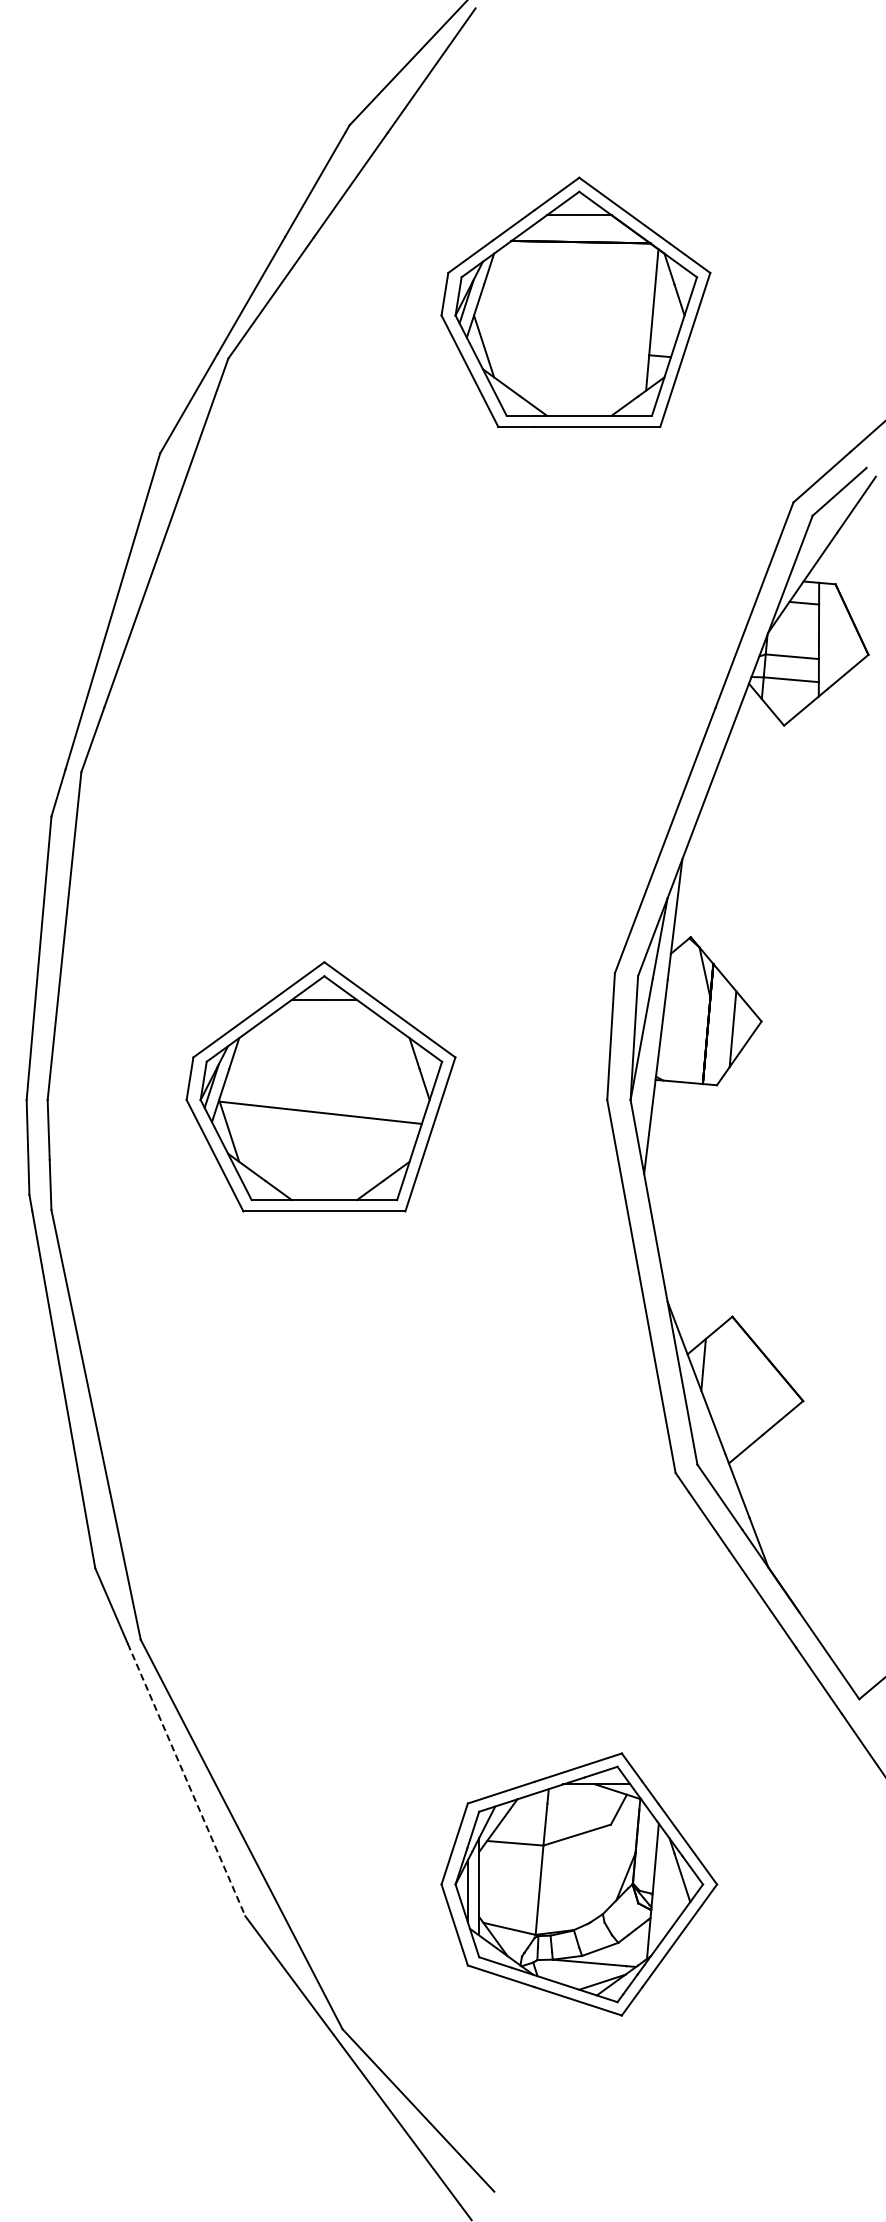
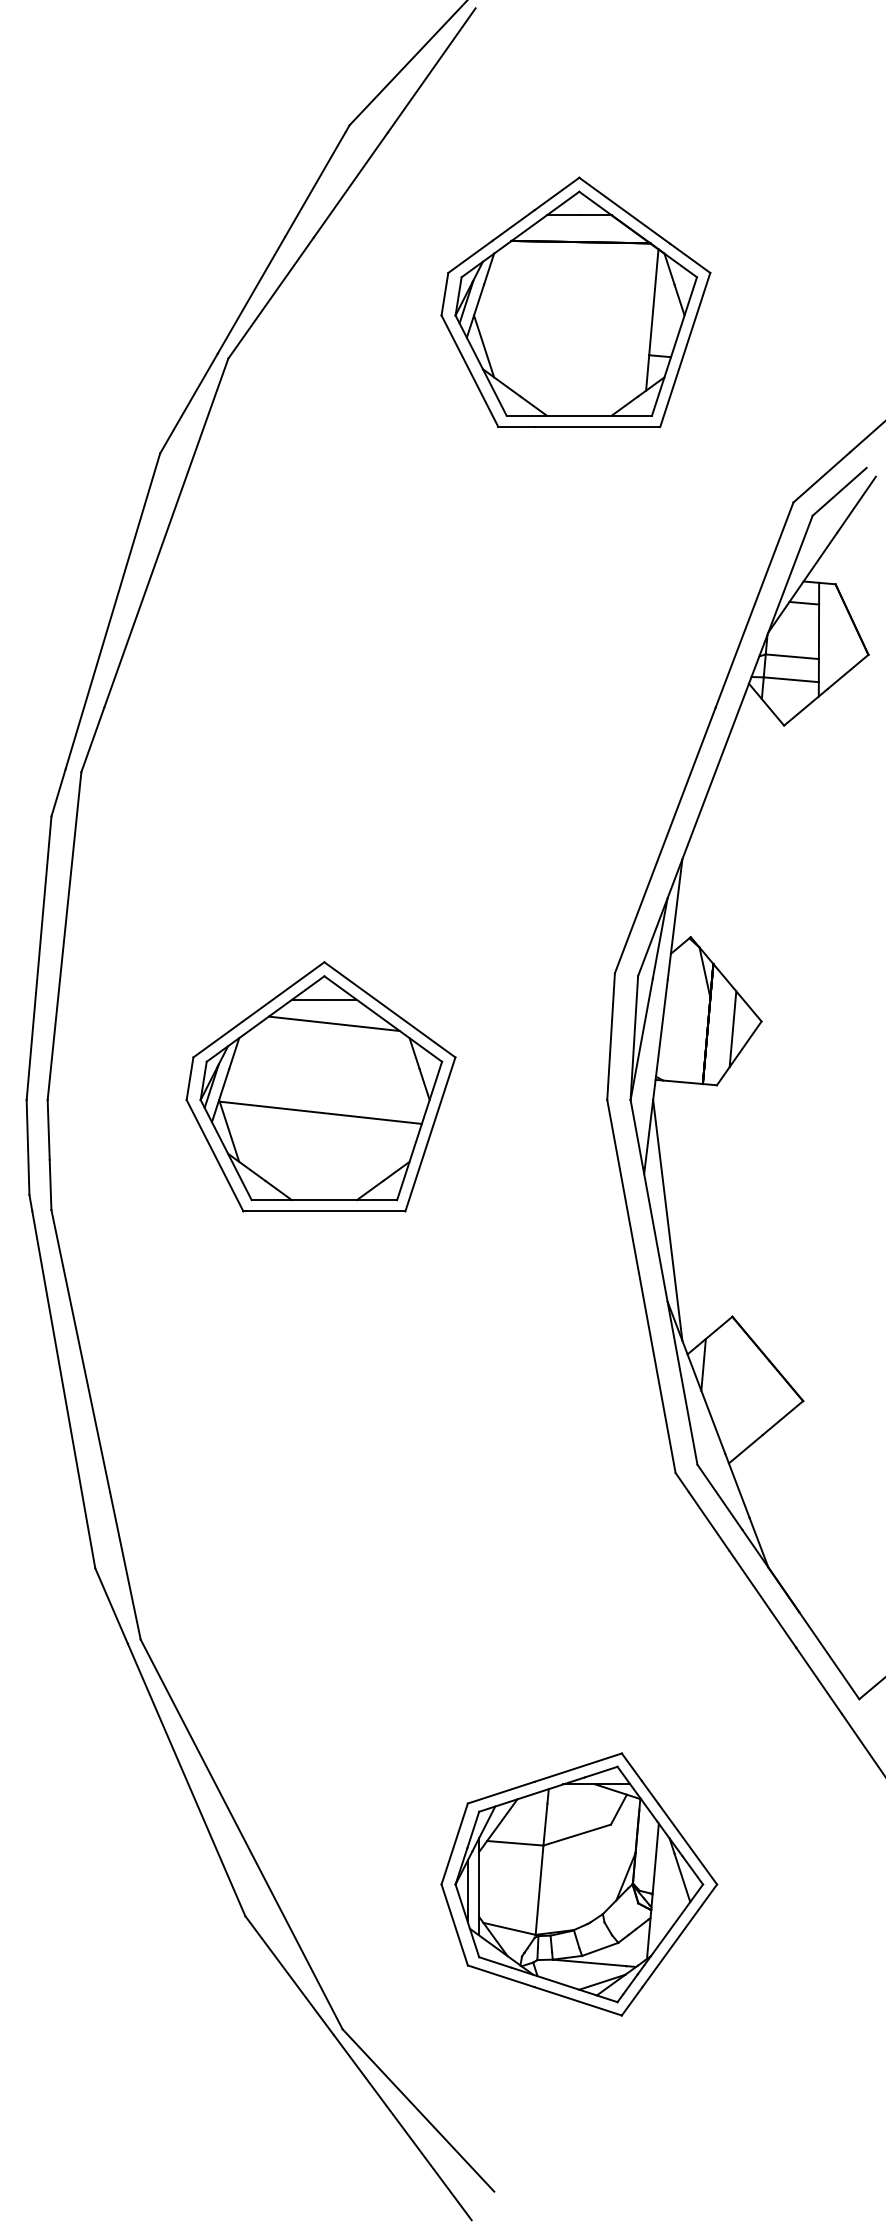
line at (333, 1023): none -> present
line at (667, 1220): none -> present
line at (186, 1780): dashed -> solid
